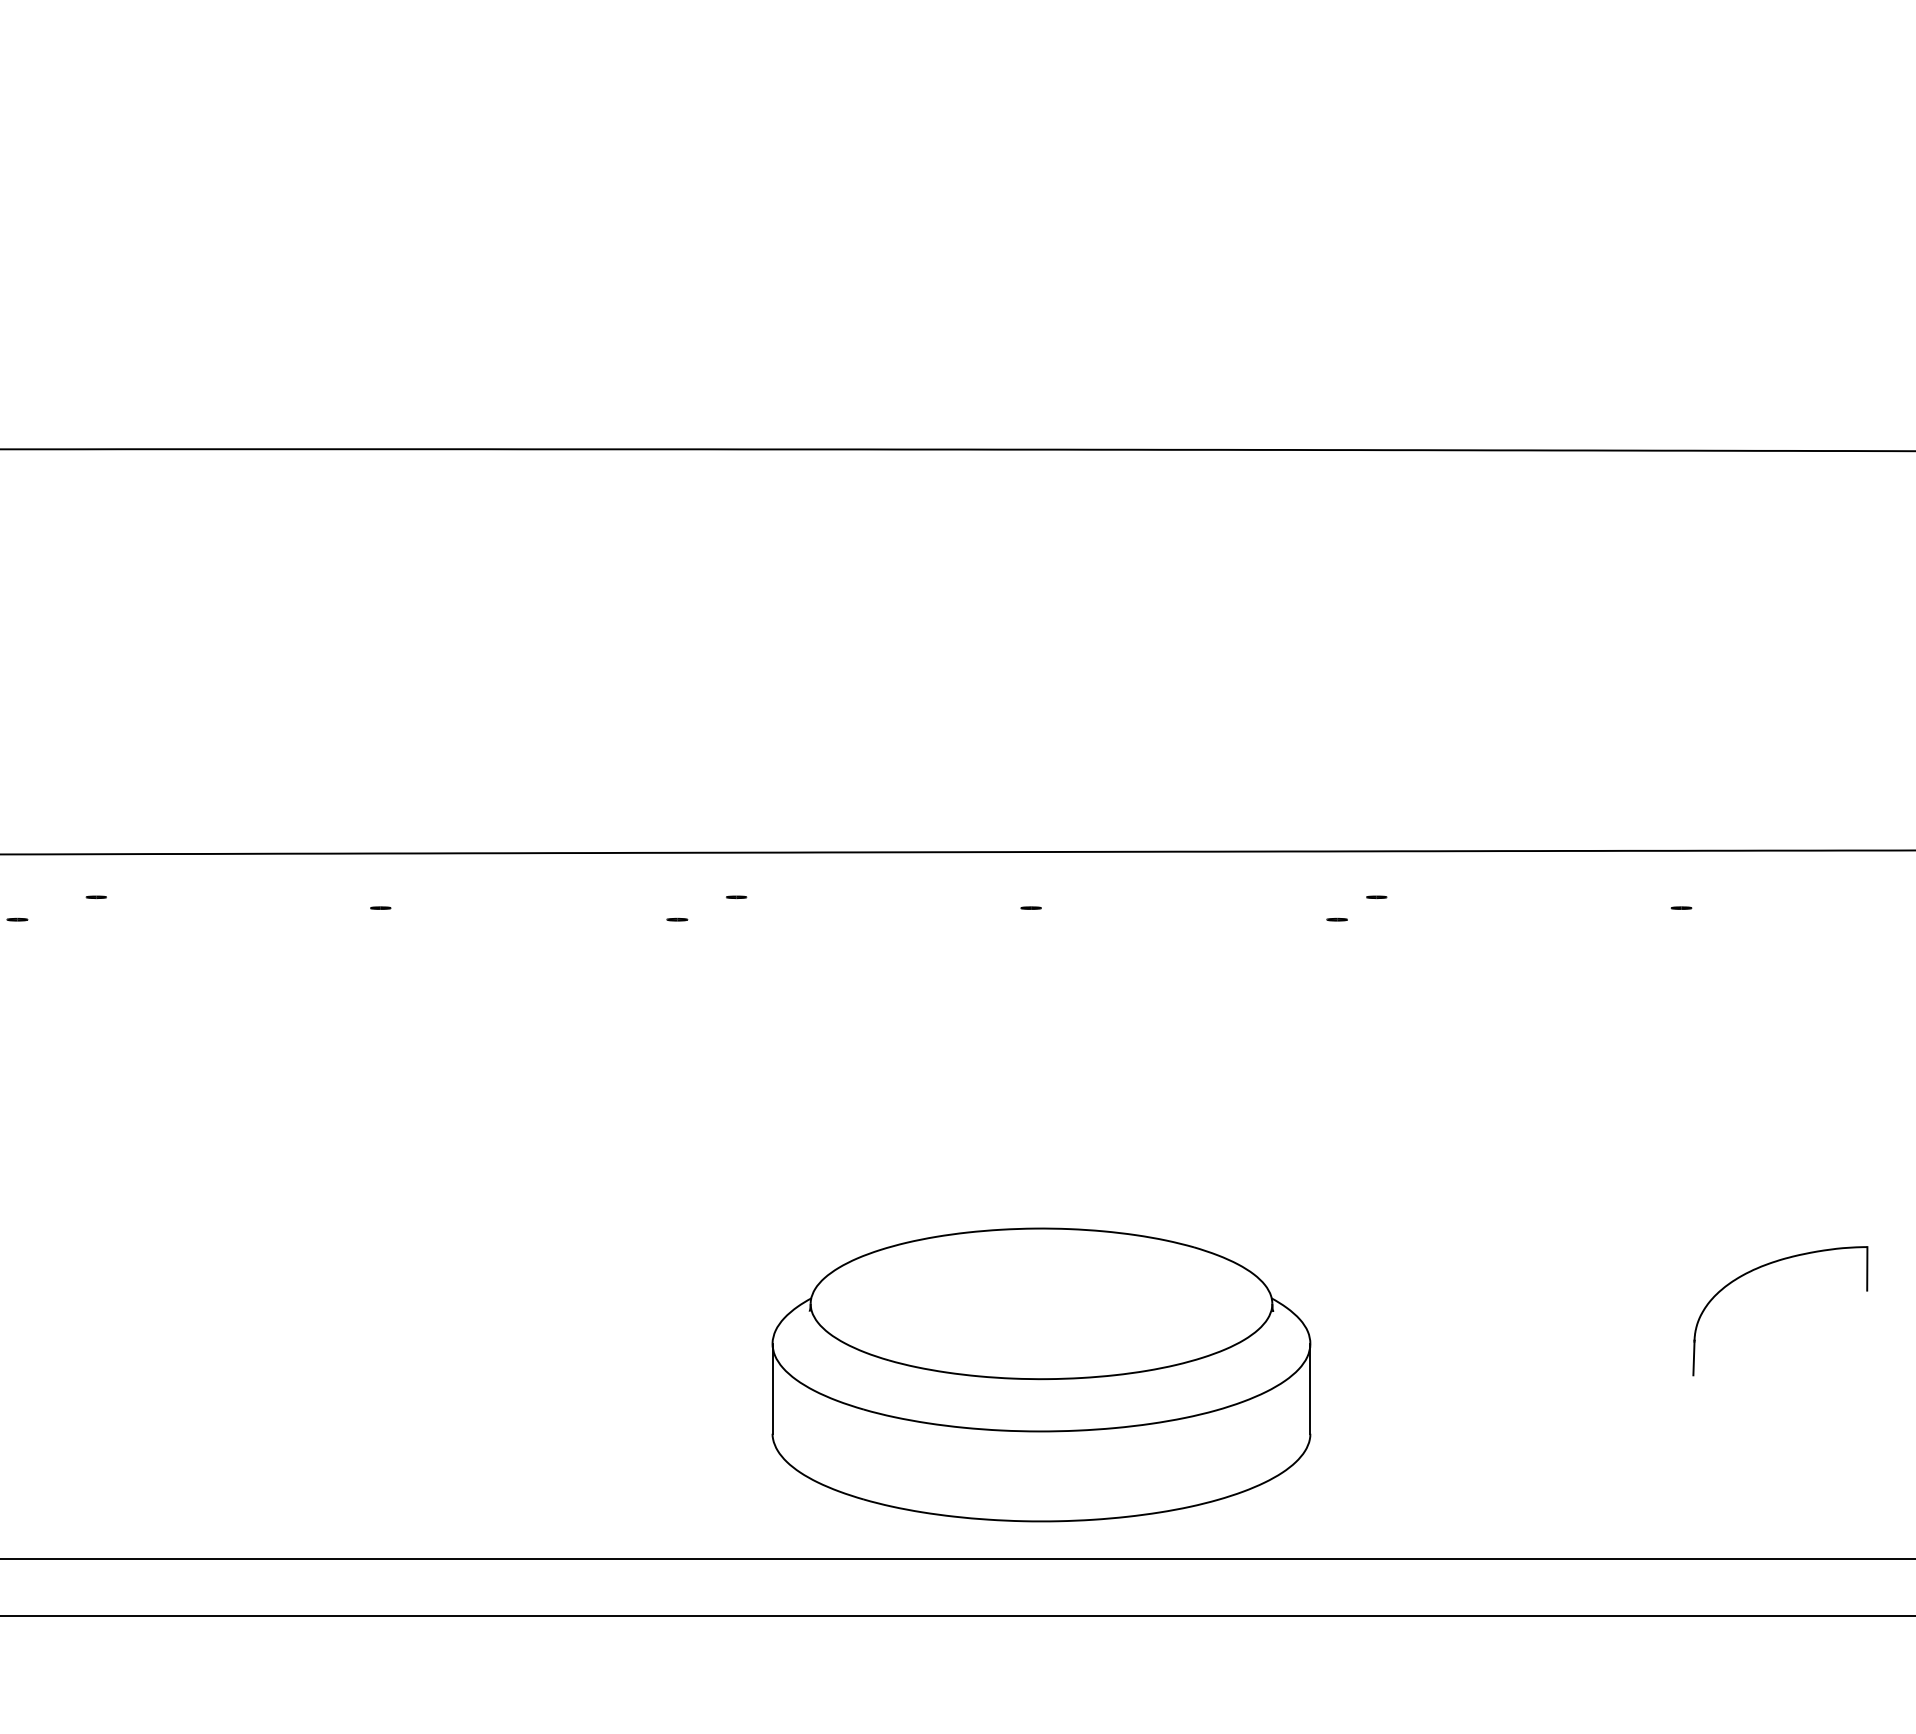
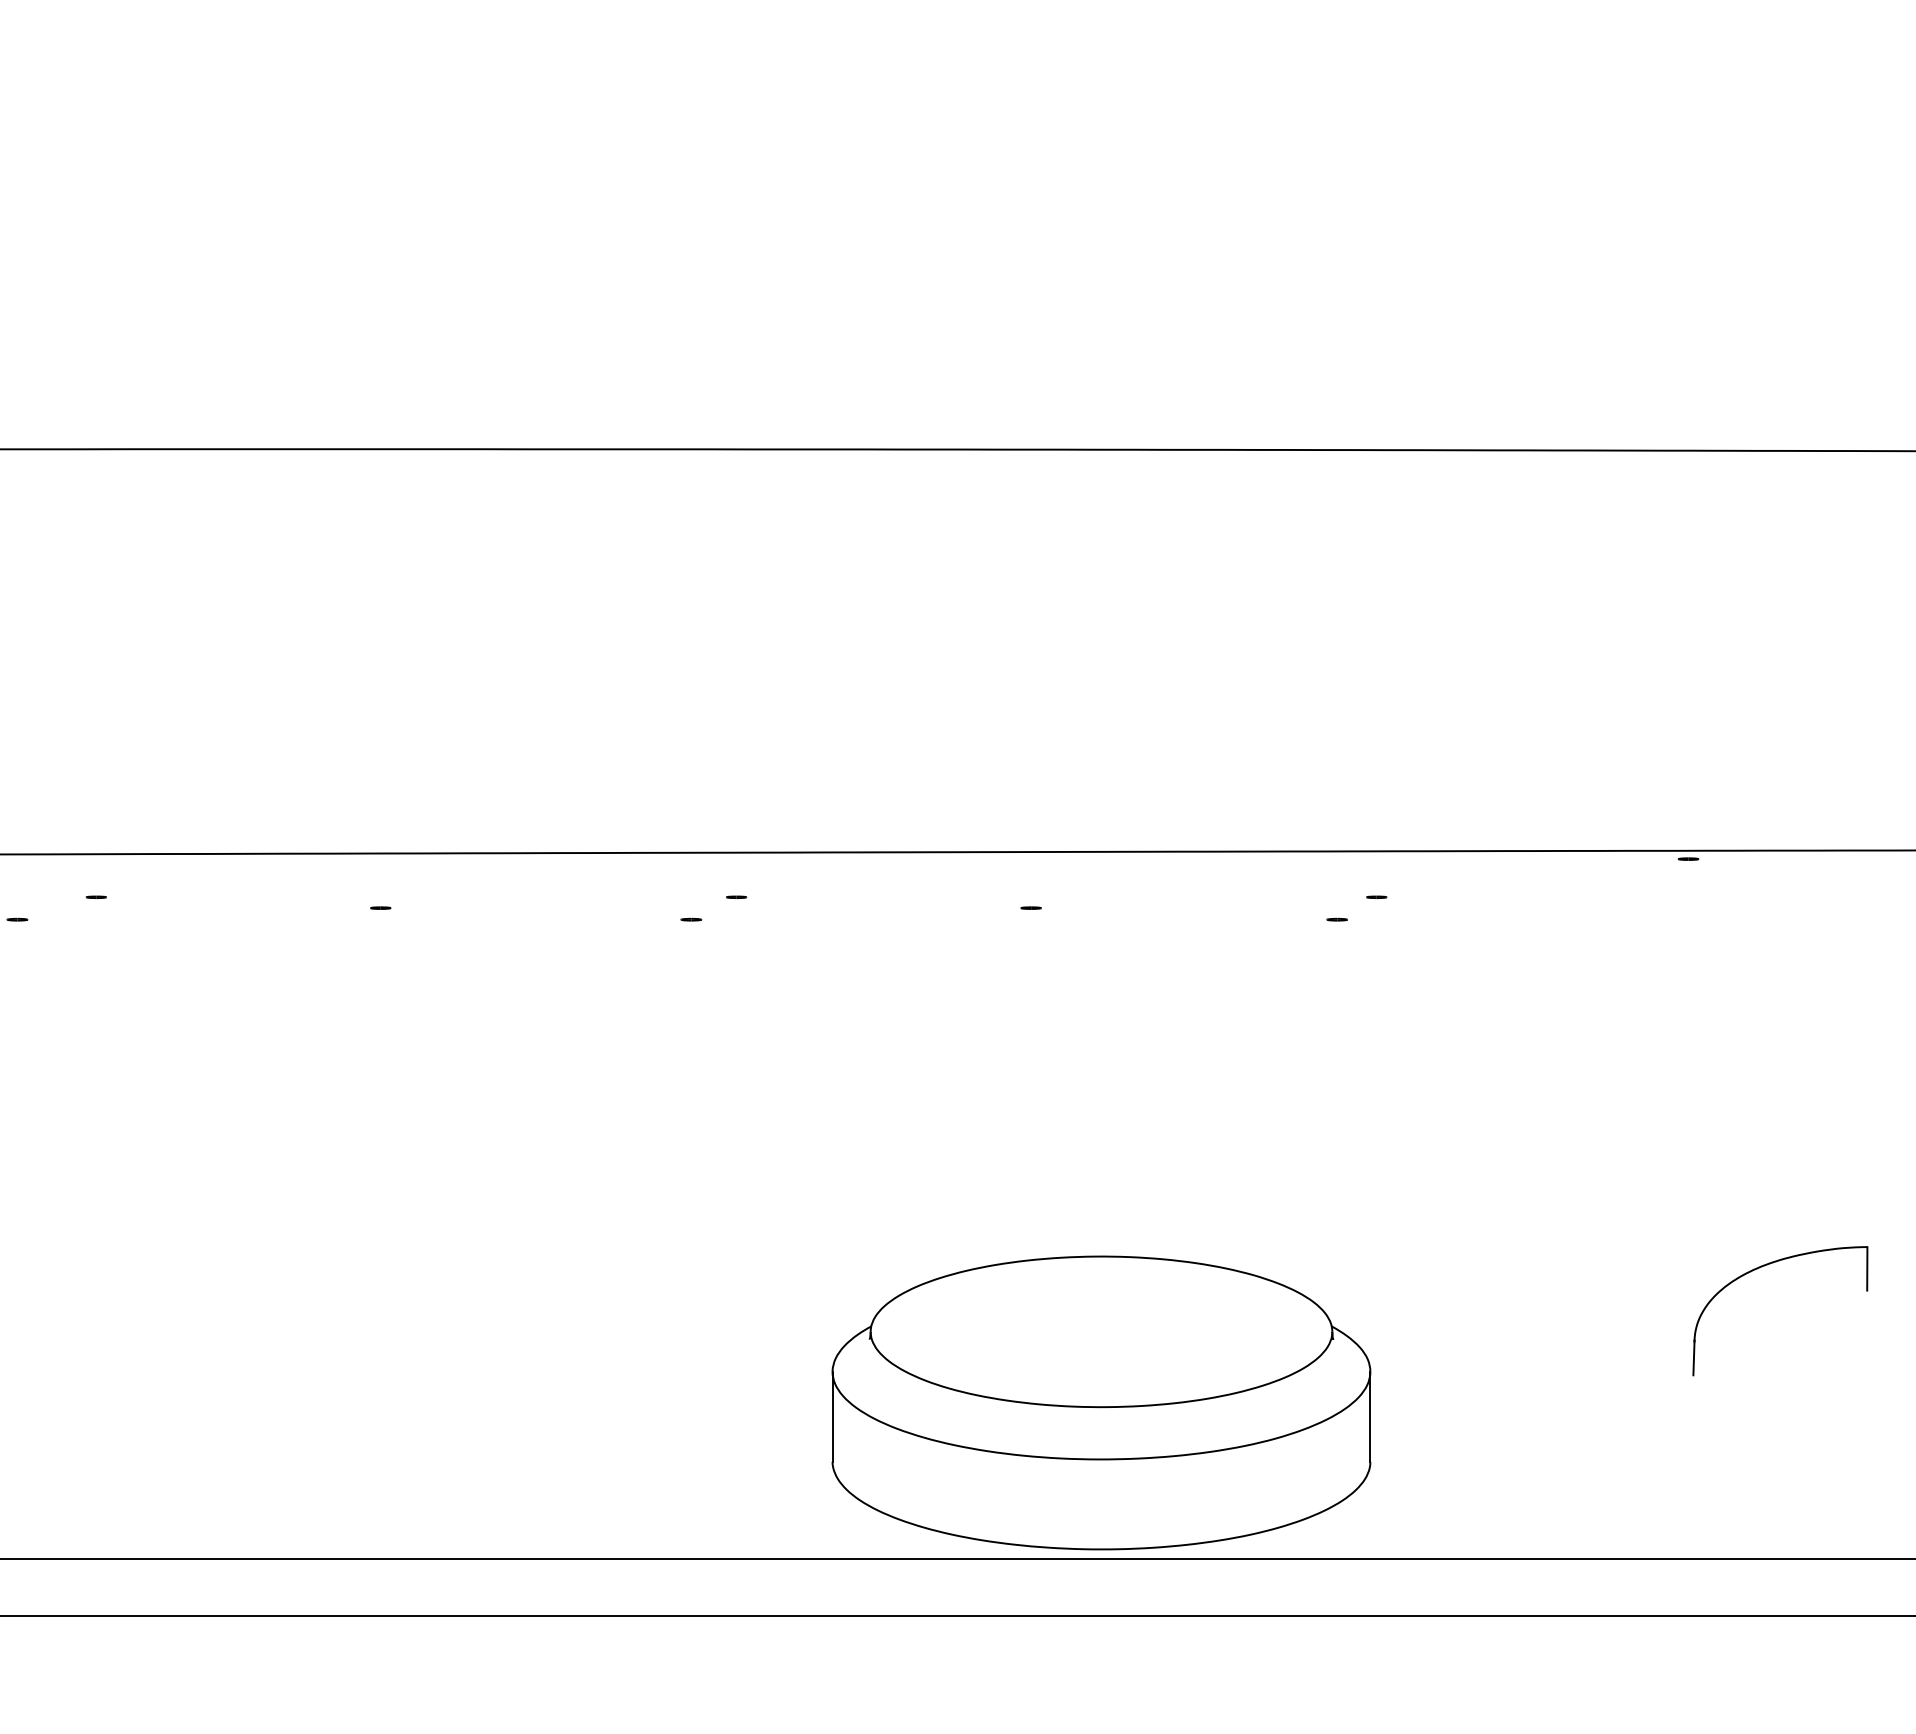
line at (1681, 907) position: (1681, 907) -> (1688, 858)
line at (677, 919) position: (677, 919) -> (691, 919)
part at (1041, 1374) position: (1041, 1374) -> (1101, 1402)
